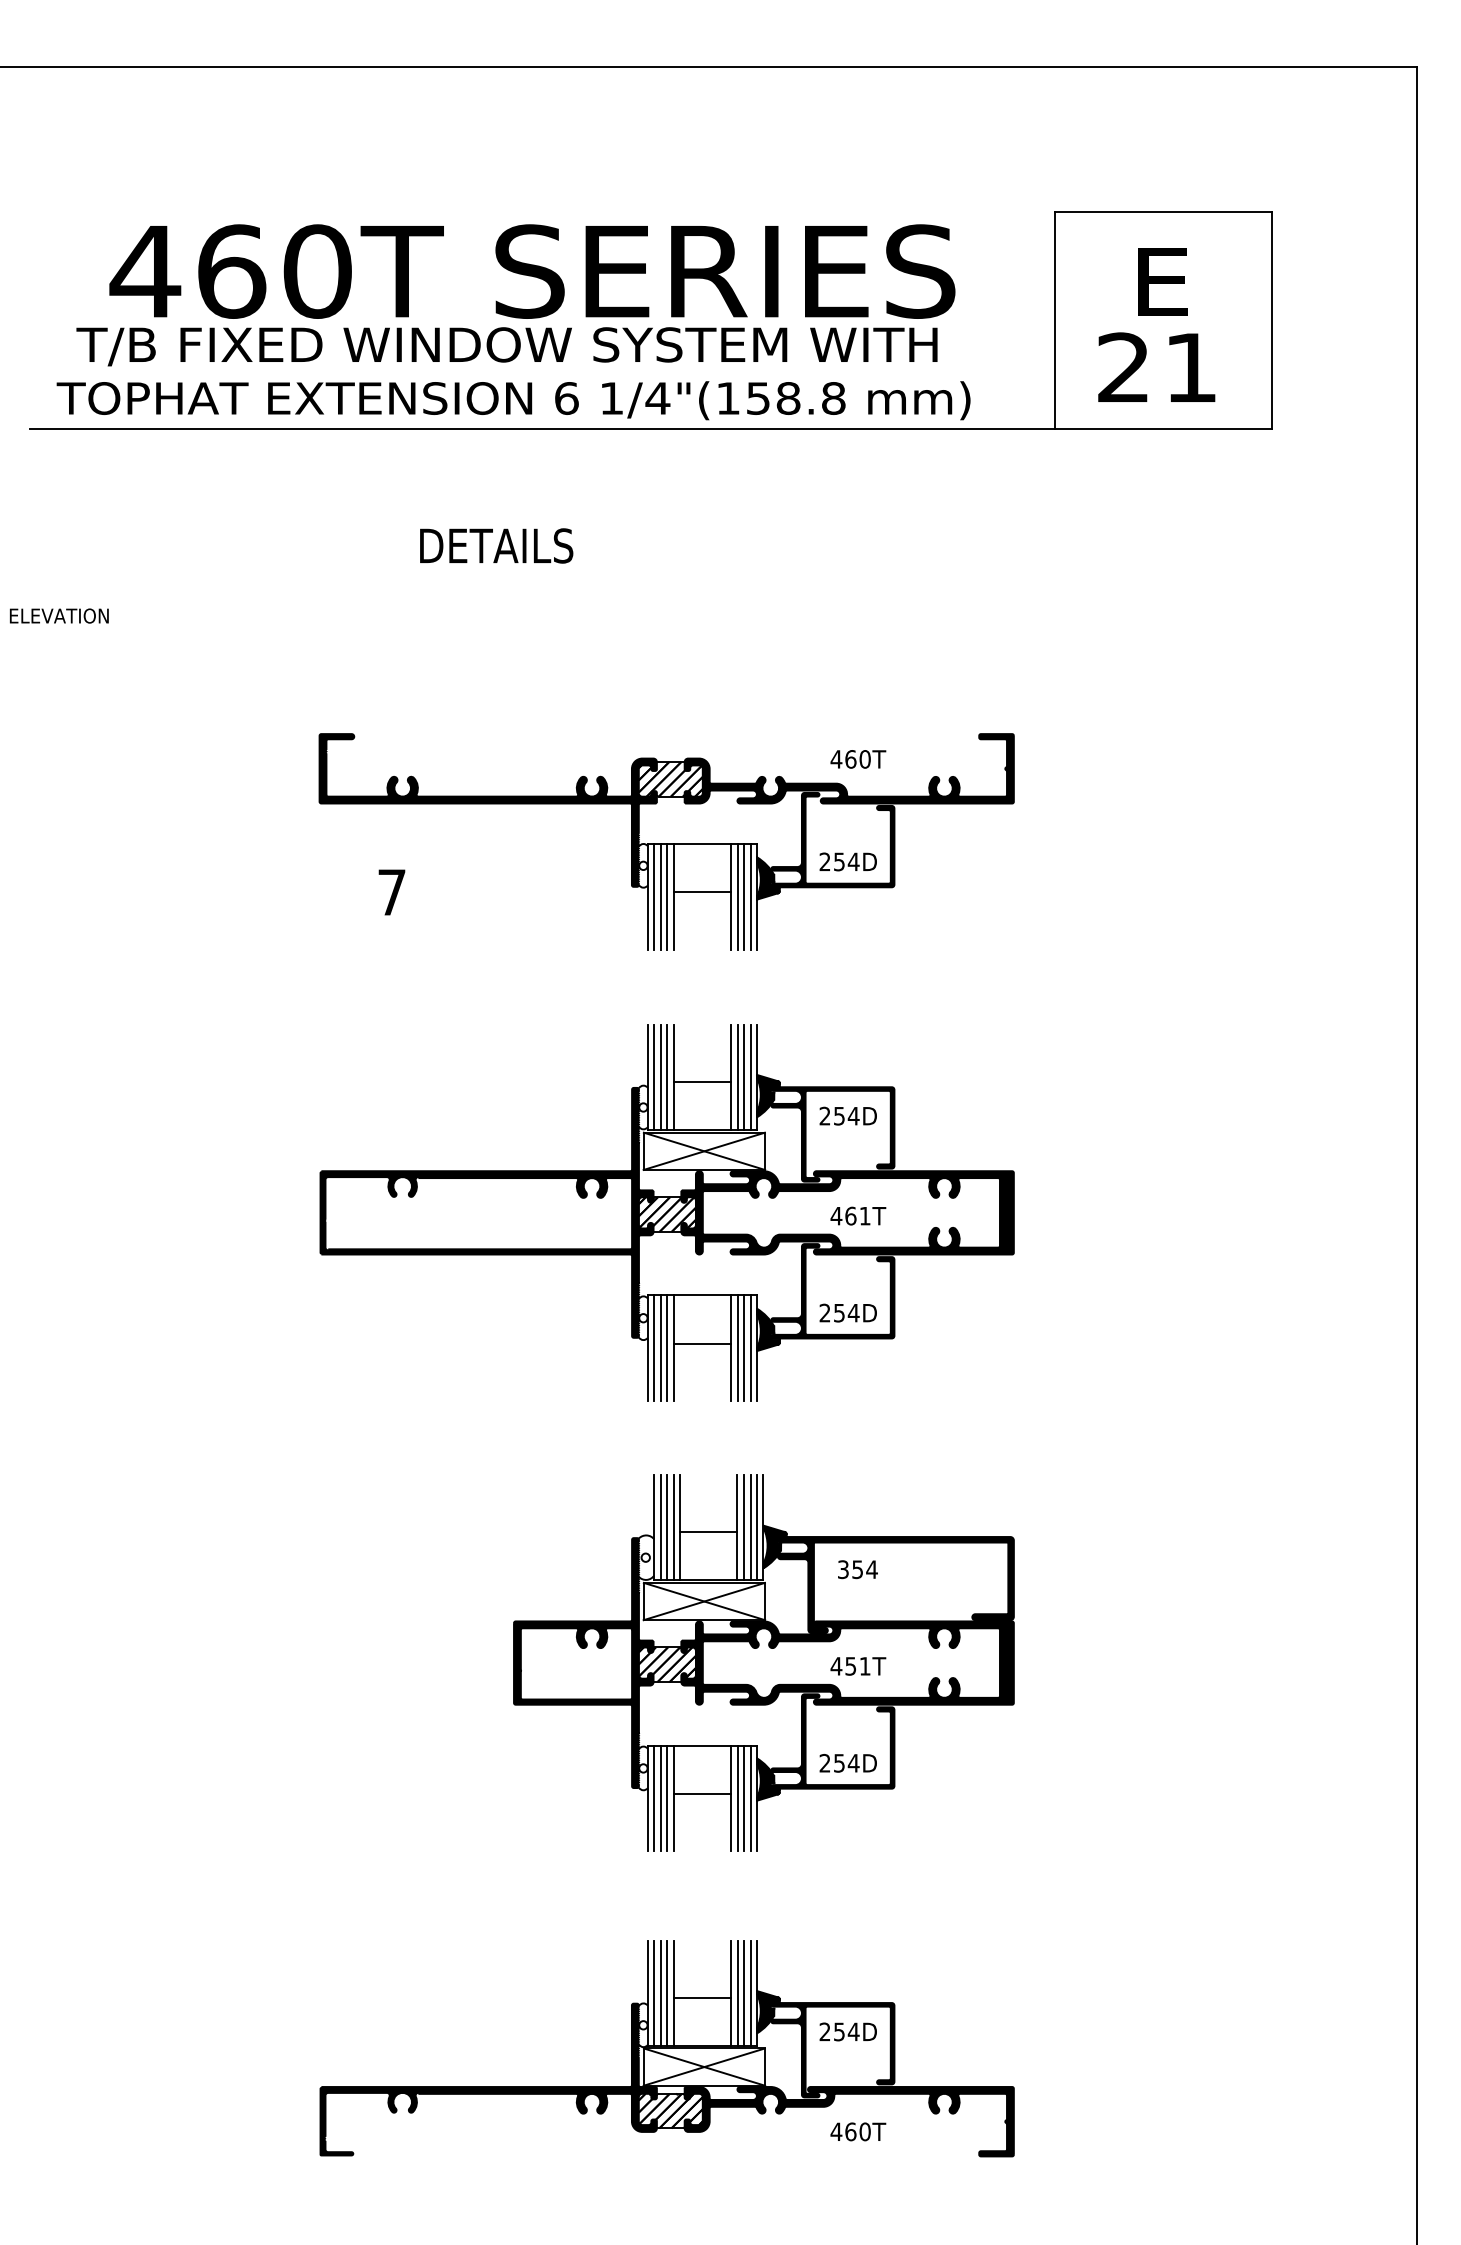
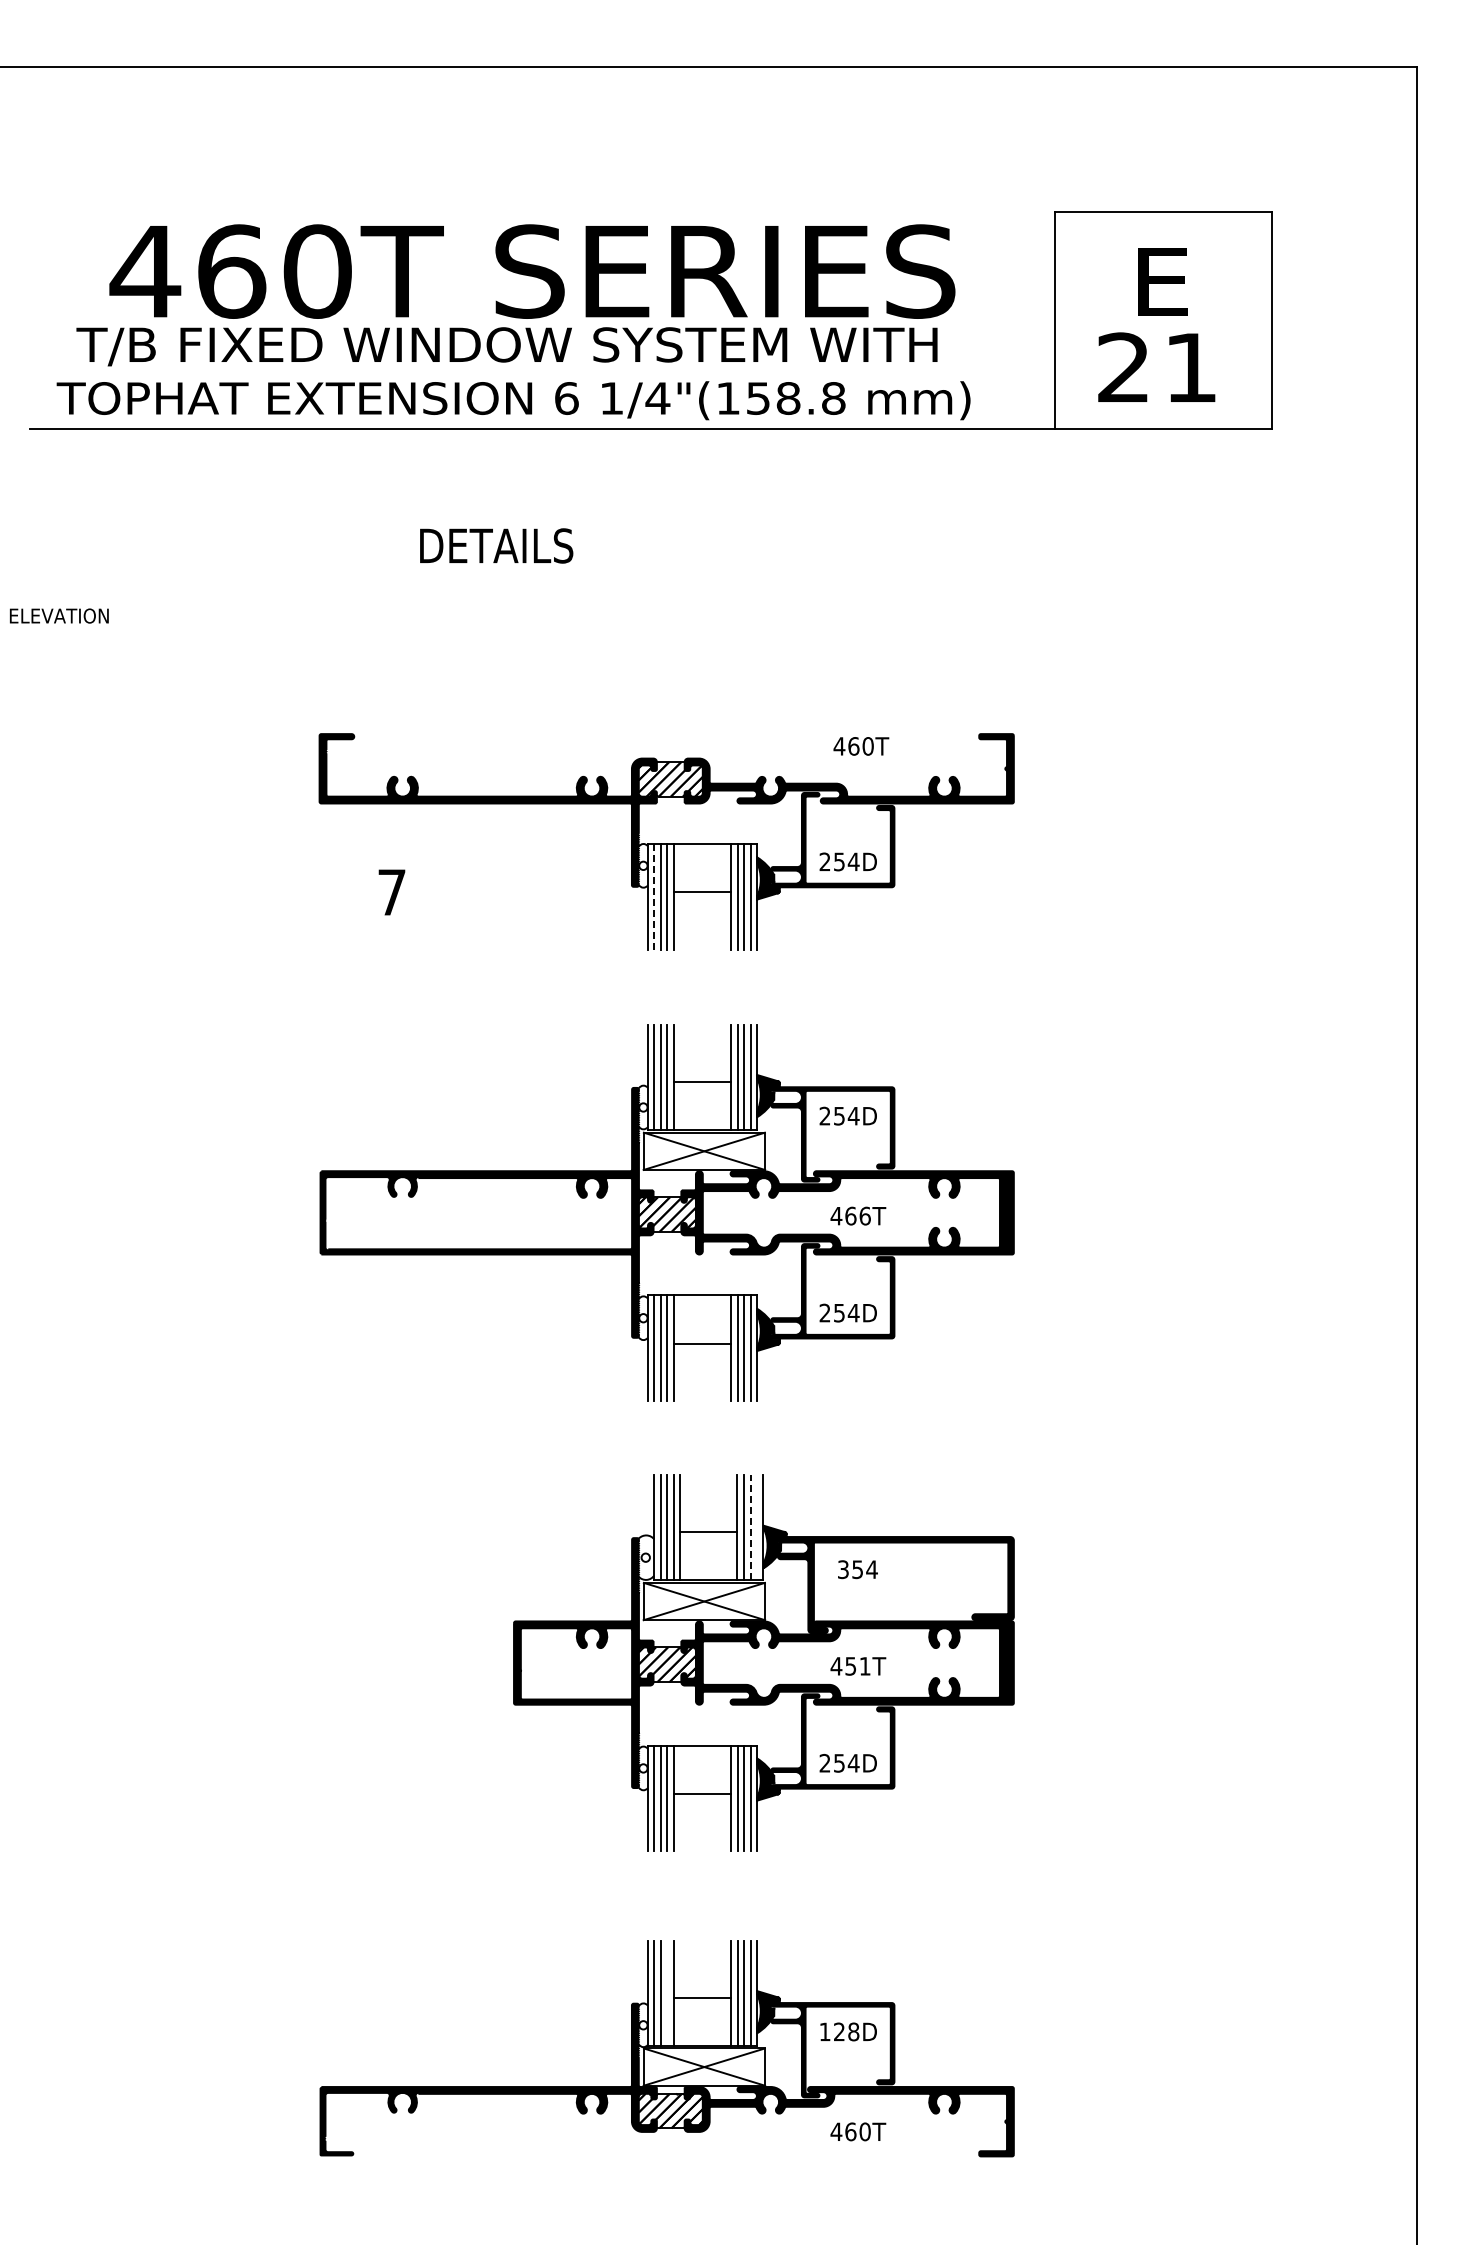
text at (858, 759) position: (858, 759) -> (861, 746)
line at (654, 896): solid -> dashed
text at (864, 1215): 461T -> 466T
line at (750, 1527): solid -> dashed
line at (756, 1527): present -> none
line at (667, 1993): present -> none
text at (839, 2031): 254D -> 128D
